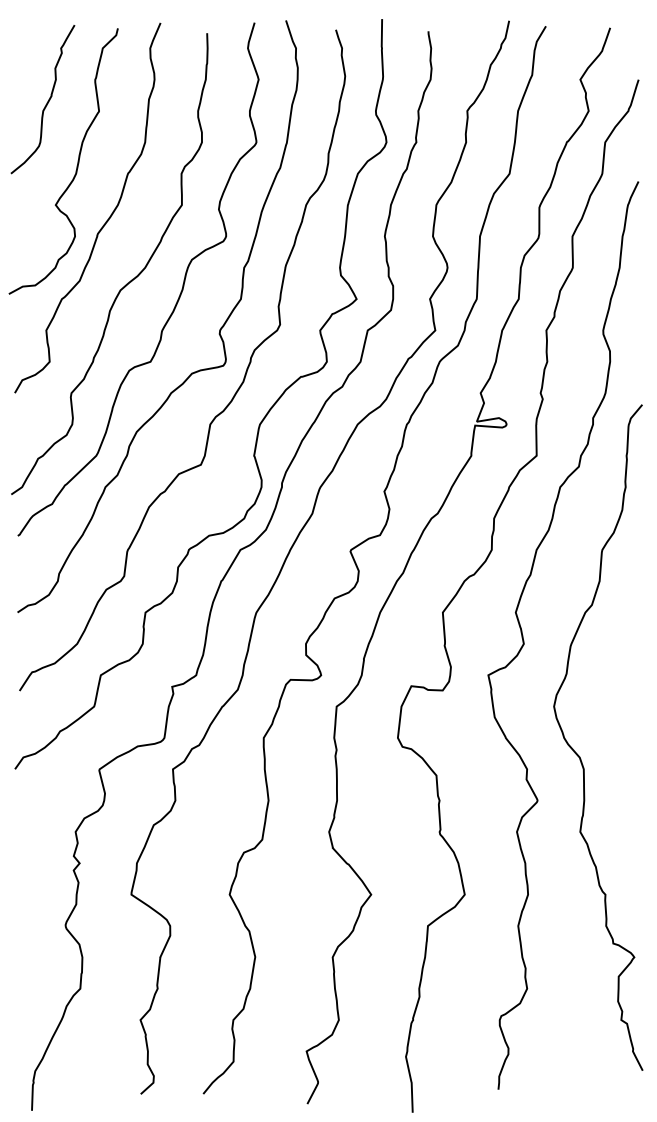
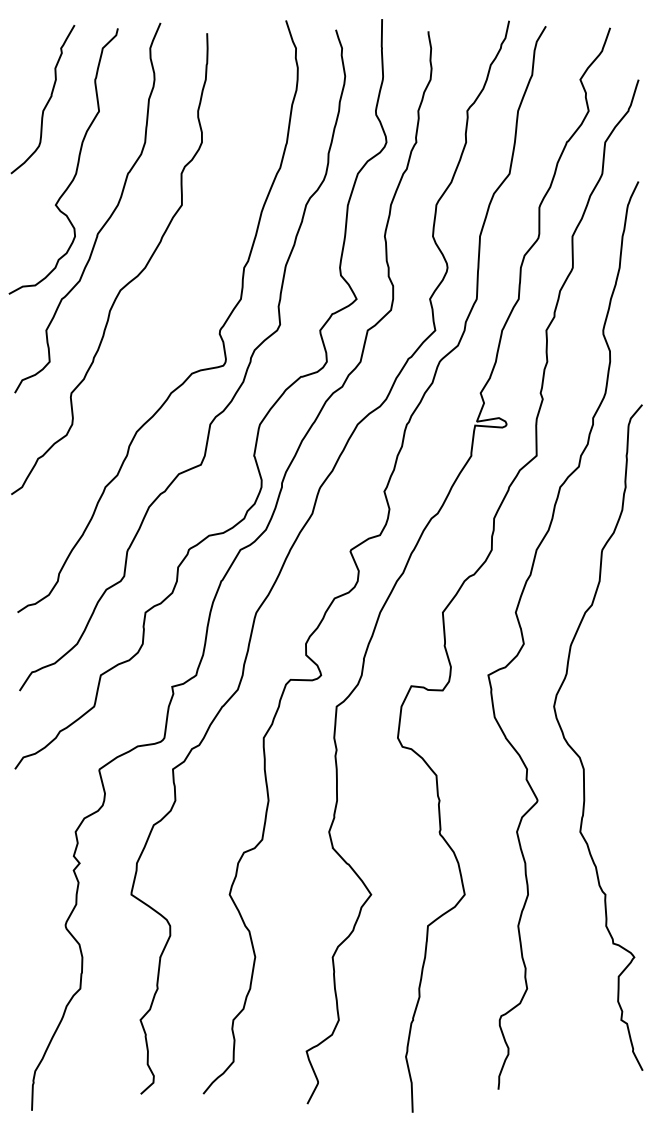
curve at (178, 296): present -> none
